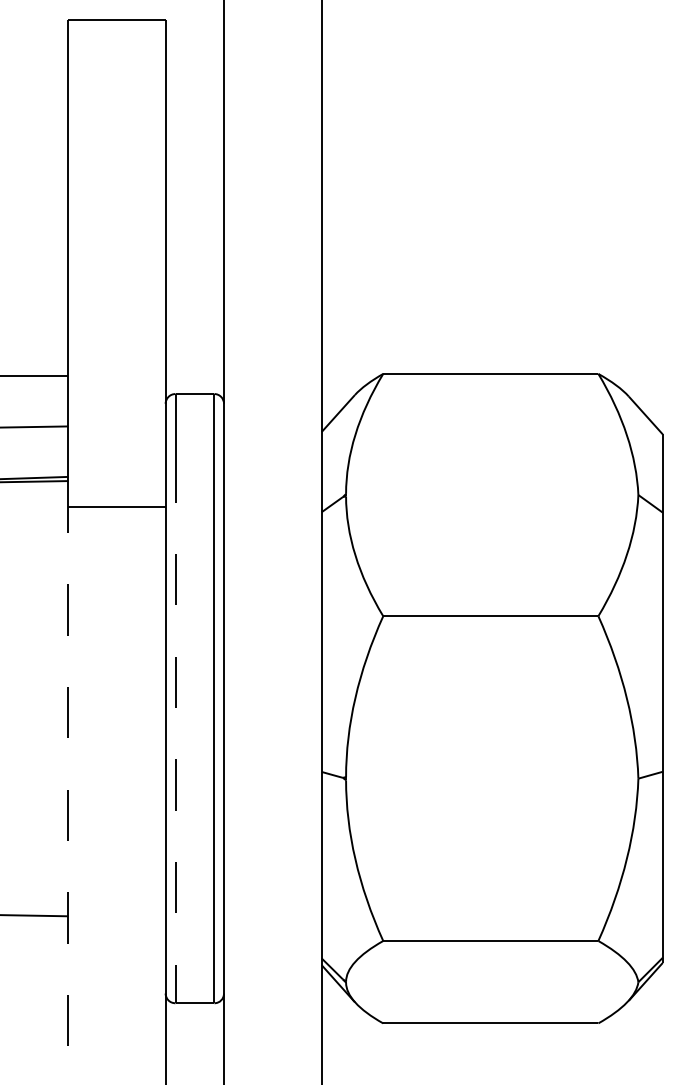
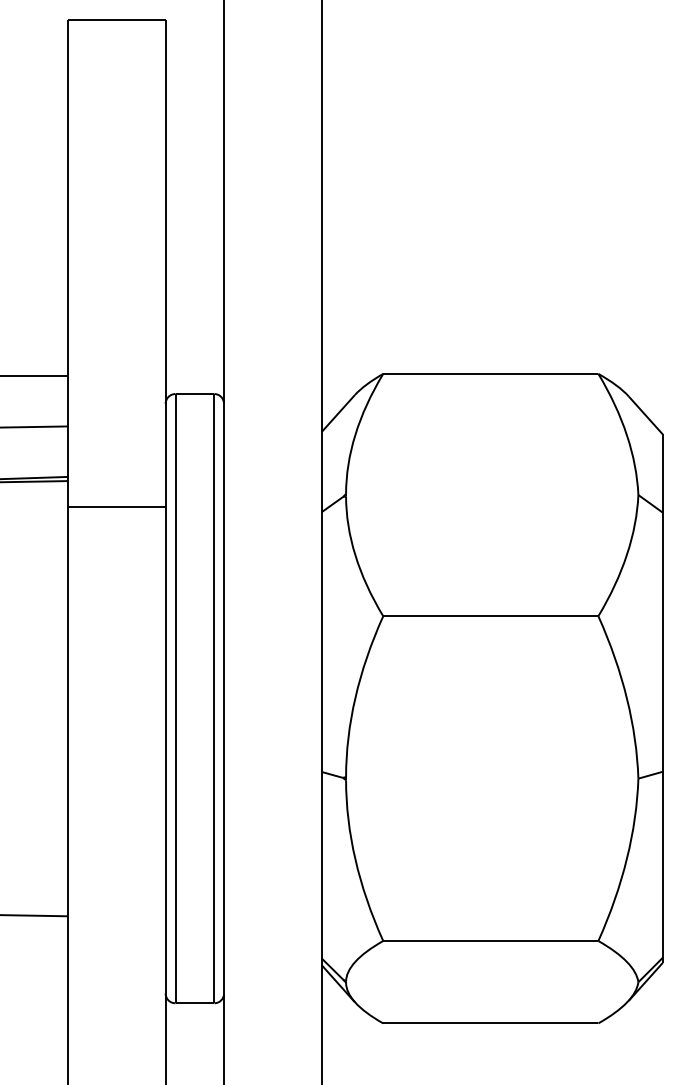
line at (175, 727): dashed -> solid
line at (68, 796): dashed -> solid
